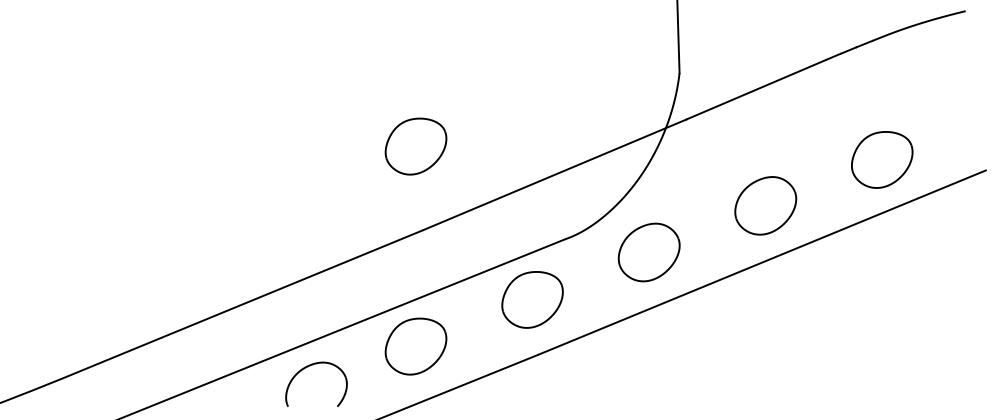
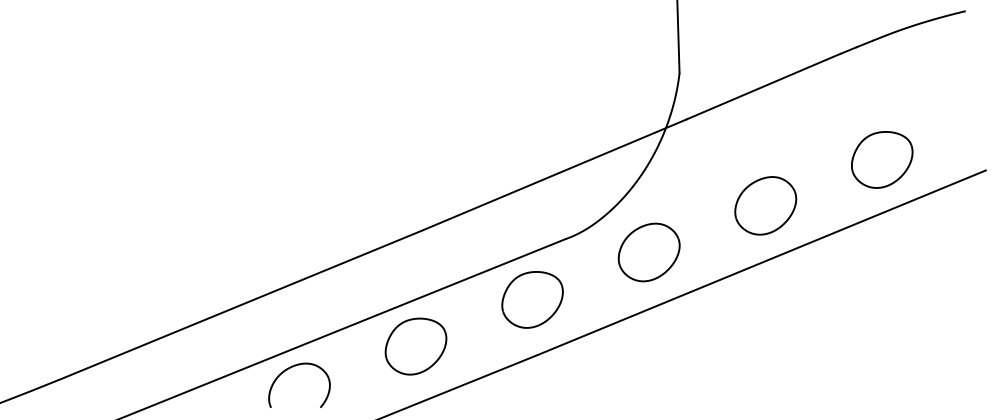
part at (415, 146): present -> none
part at (310, 366) position: (310, 366) -> (293, 367)
